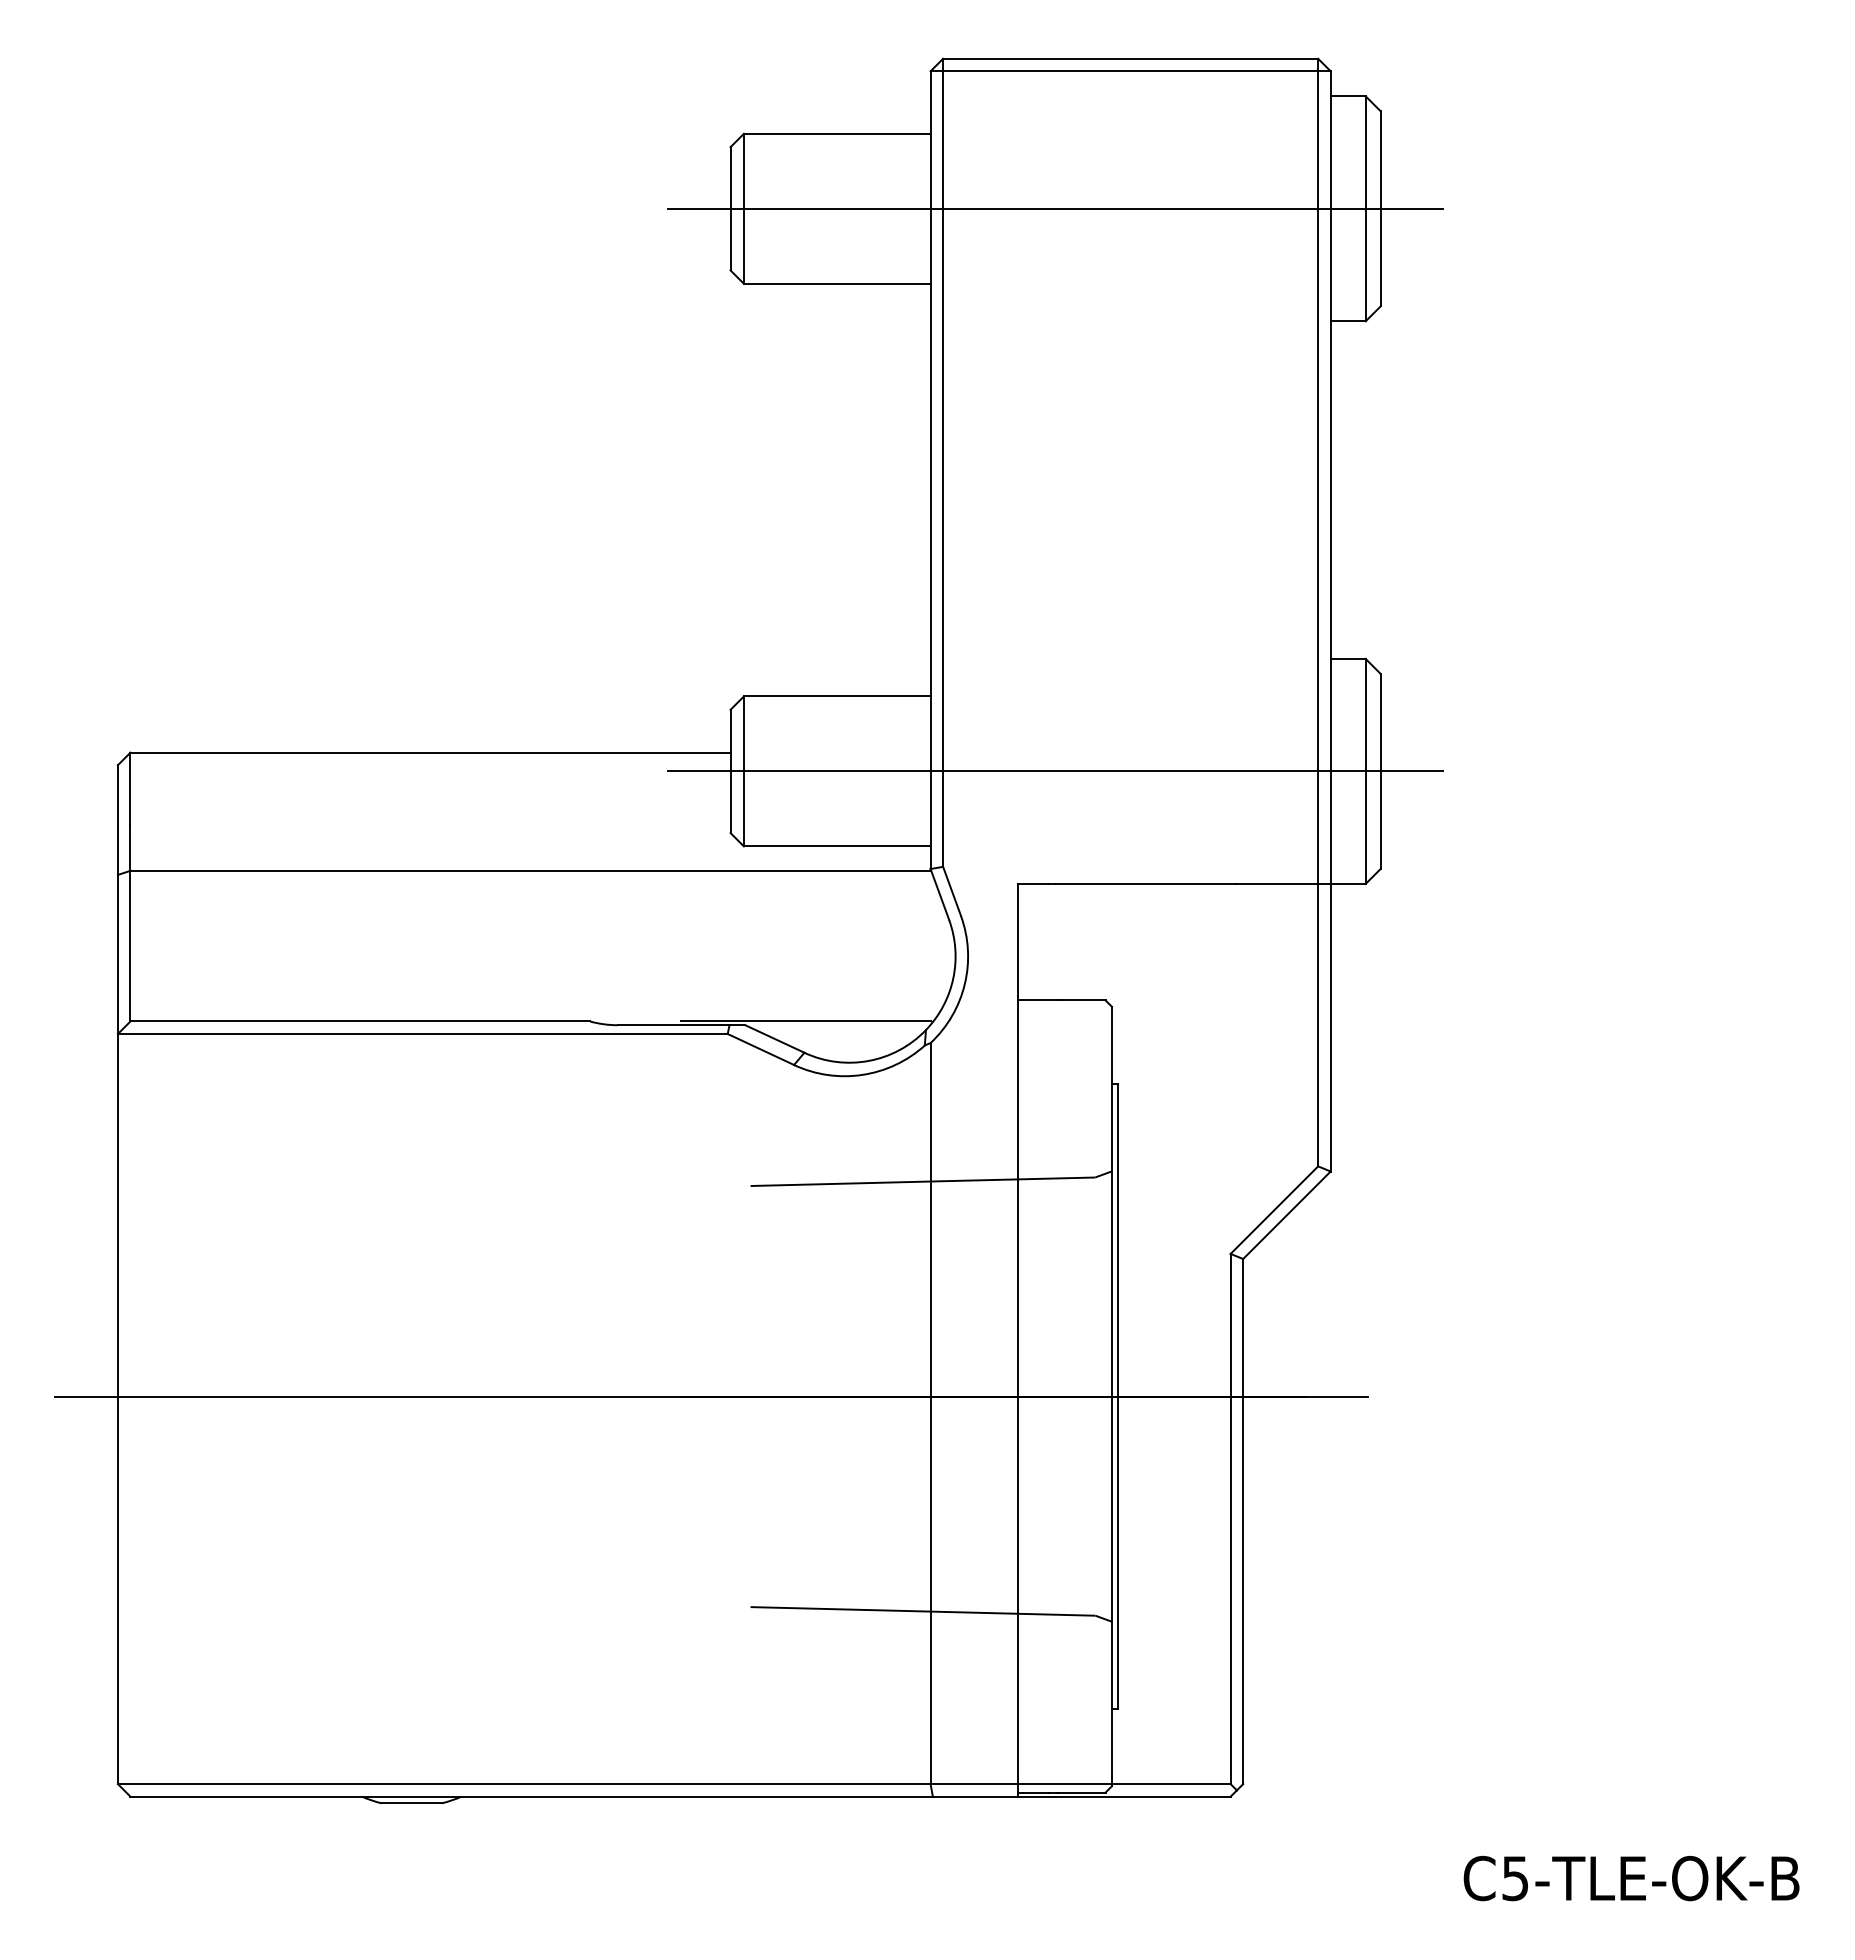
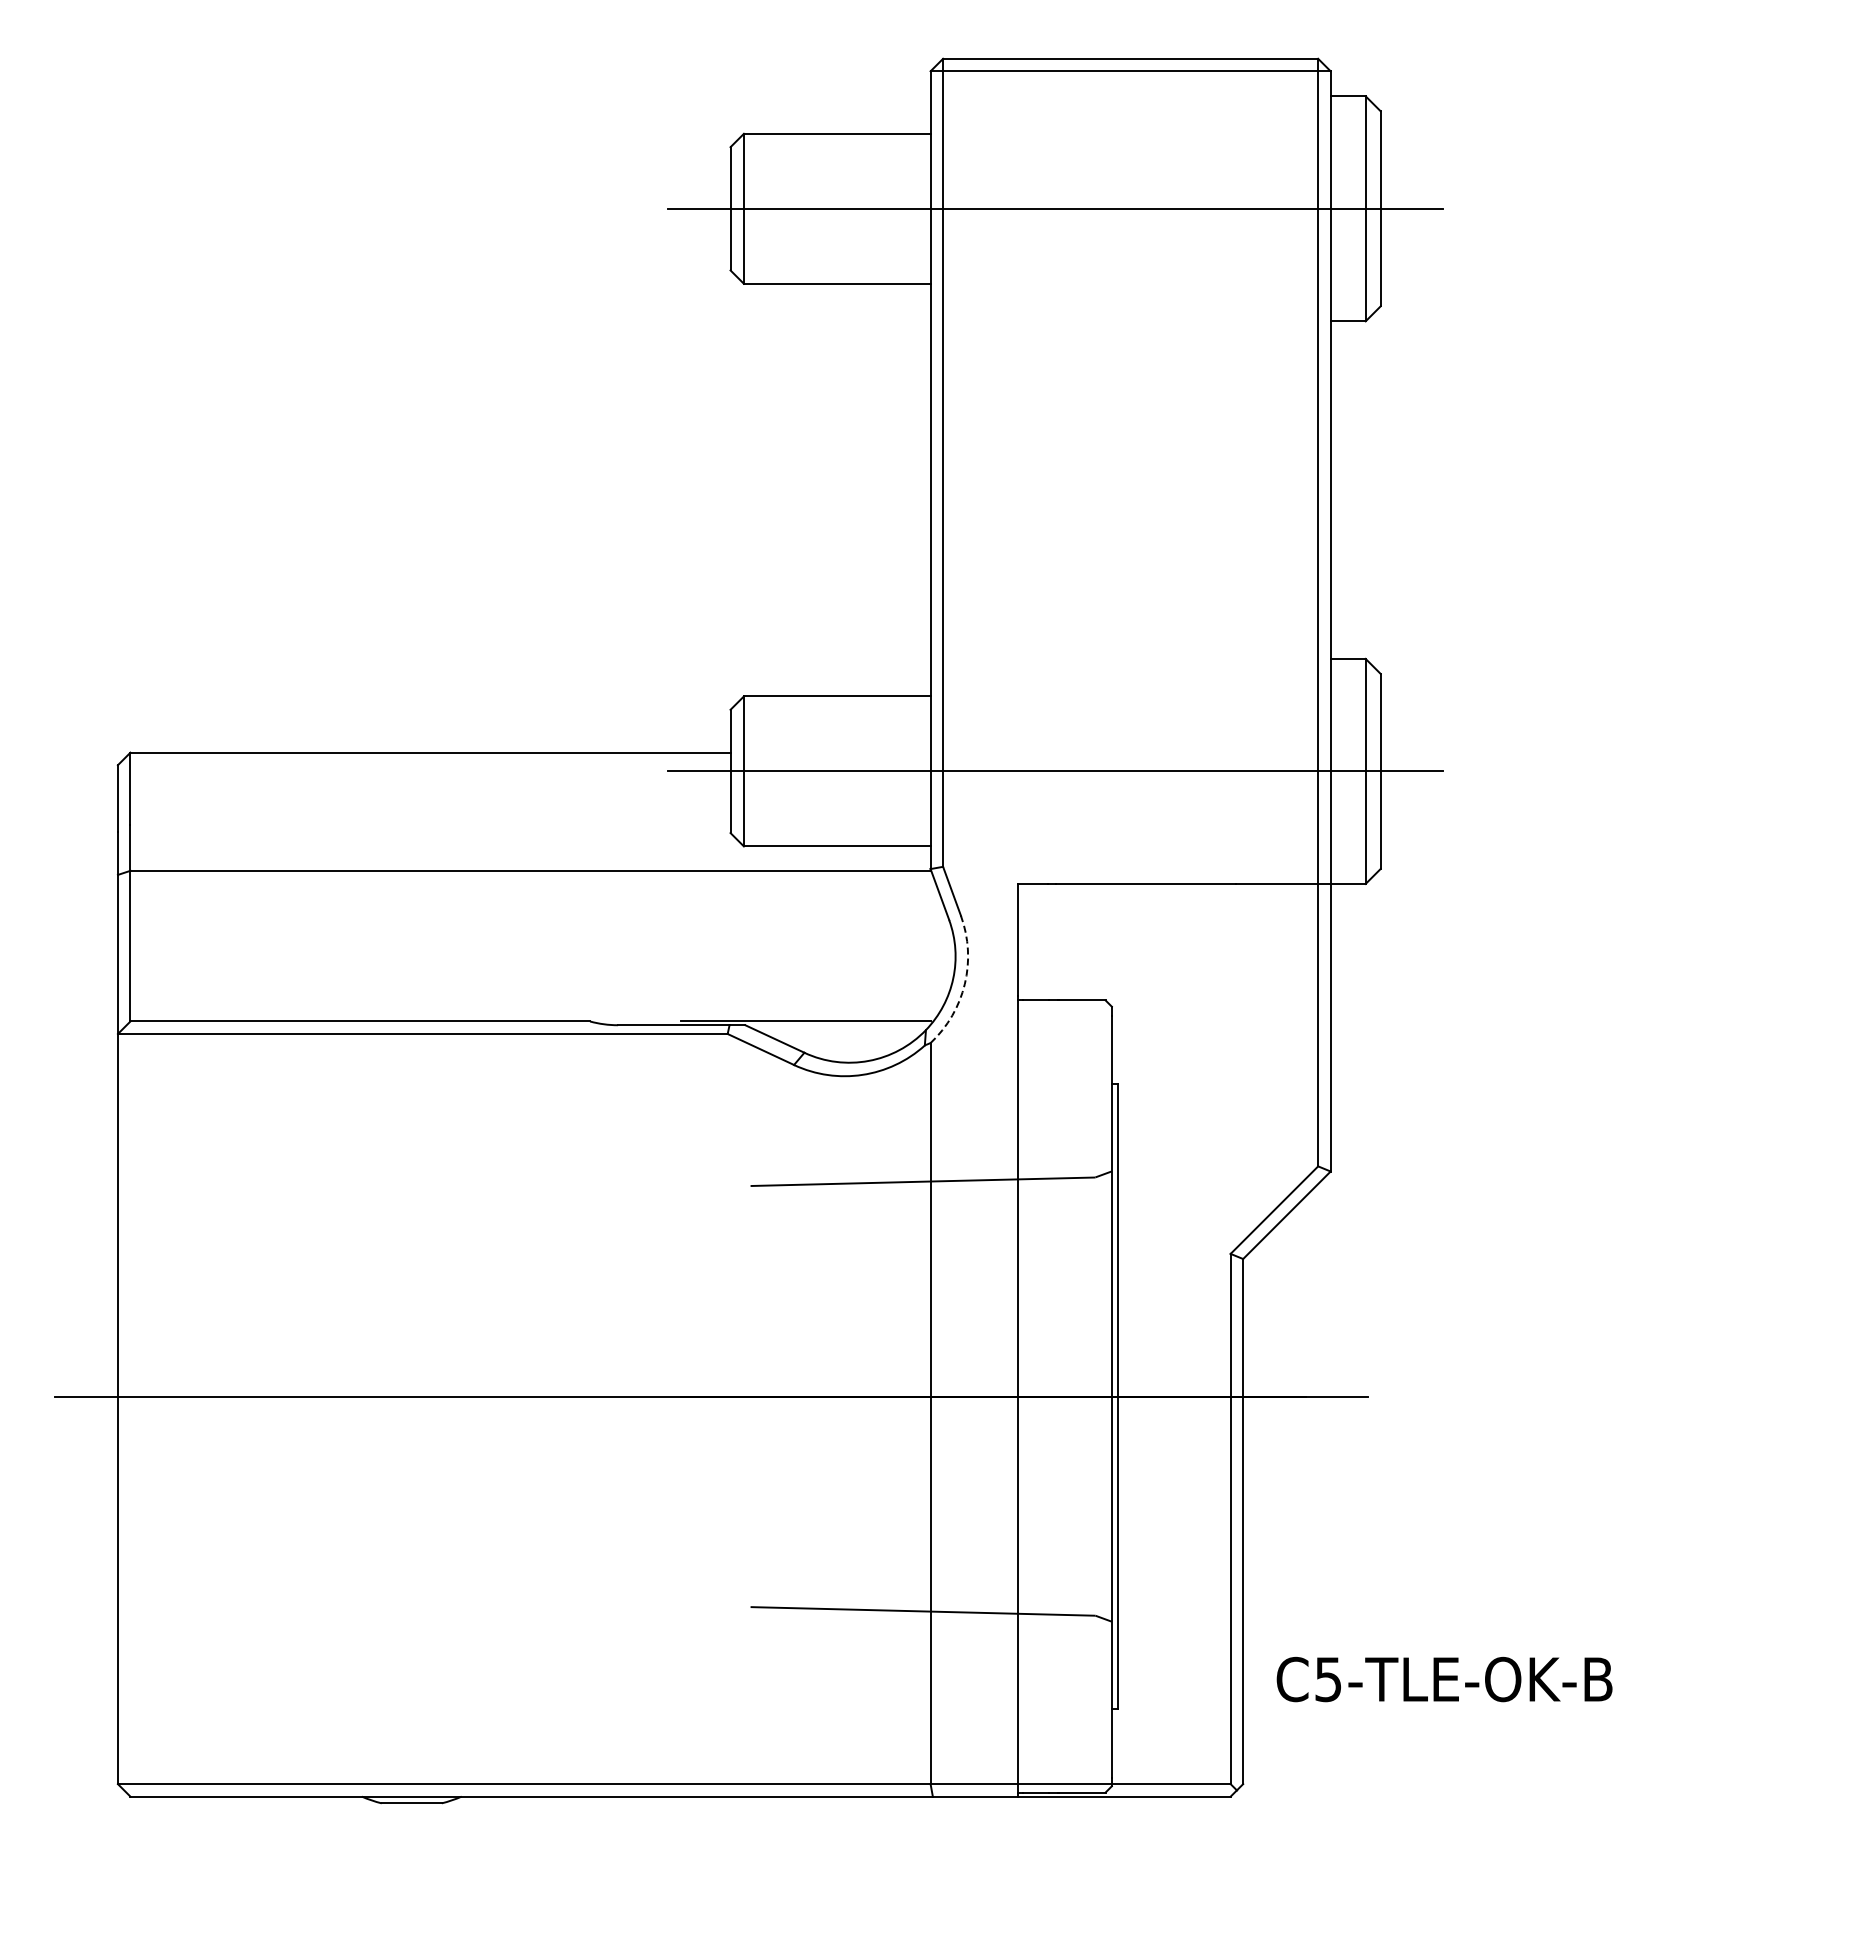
arc at (964, 984): solid -> dashed
text at (1631, 1878) position: (1631, 1878) -> (1444, 1679)
